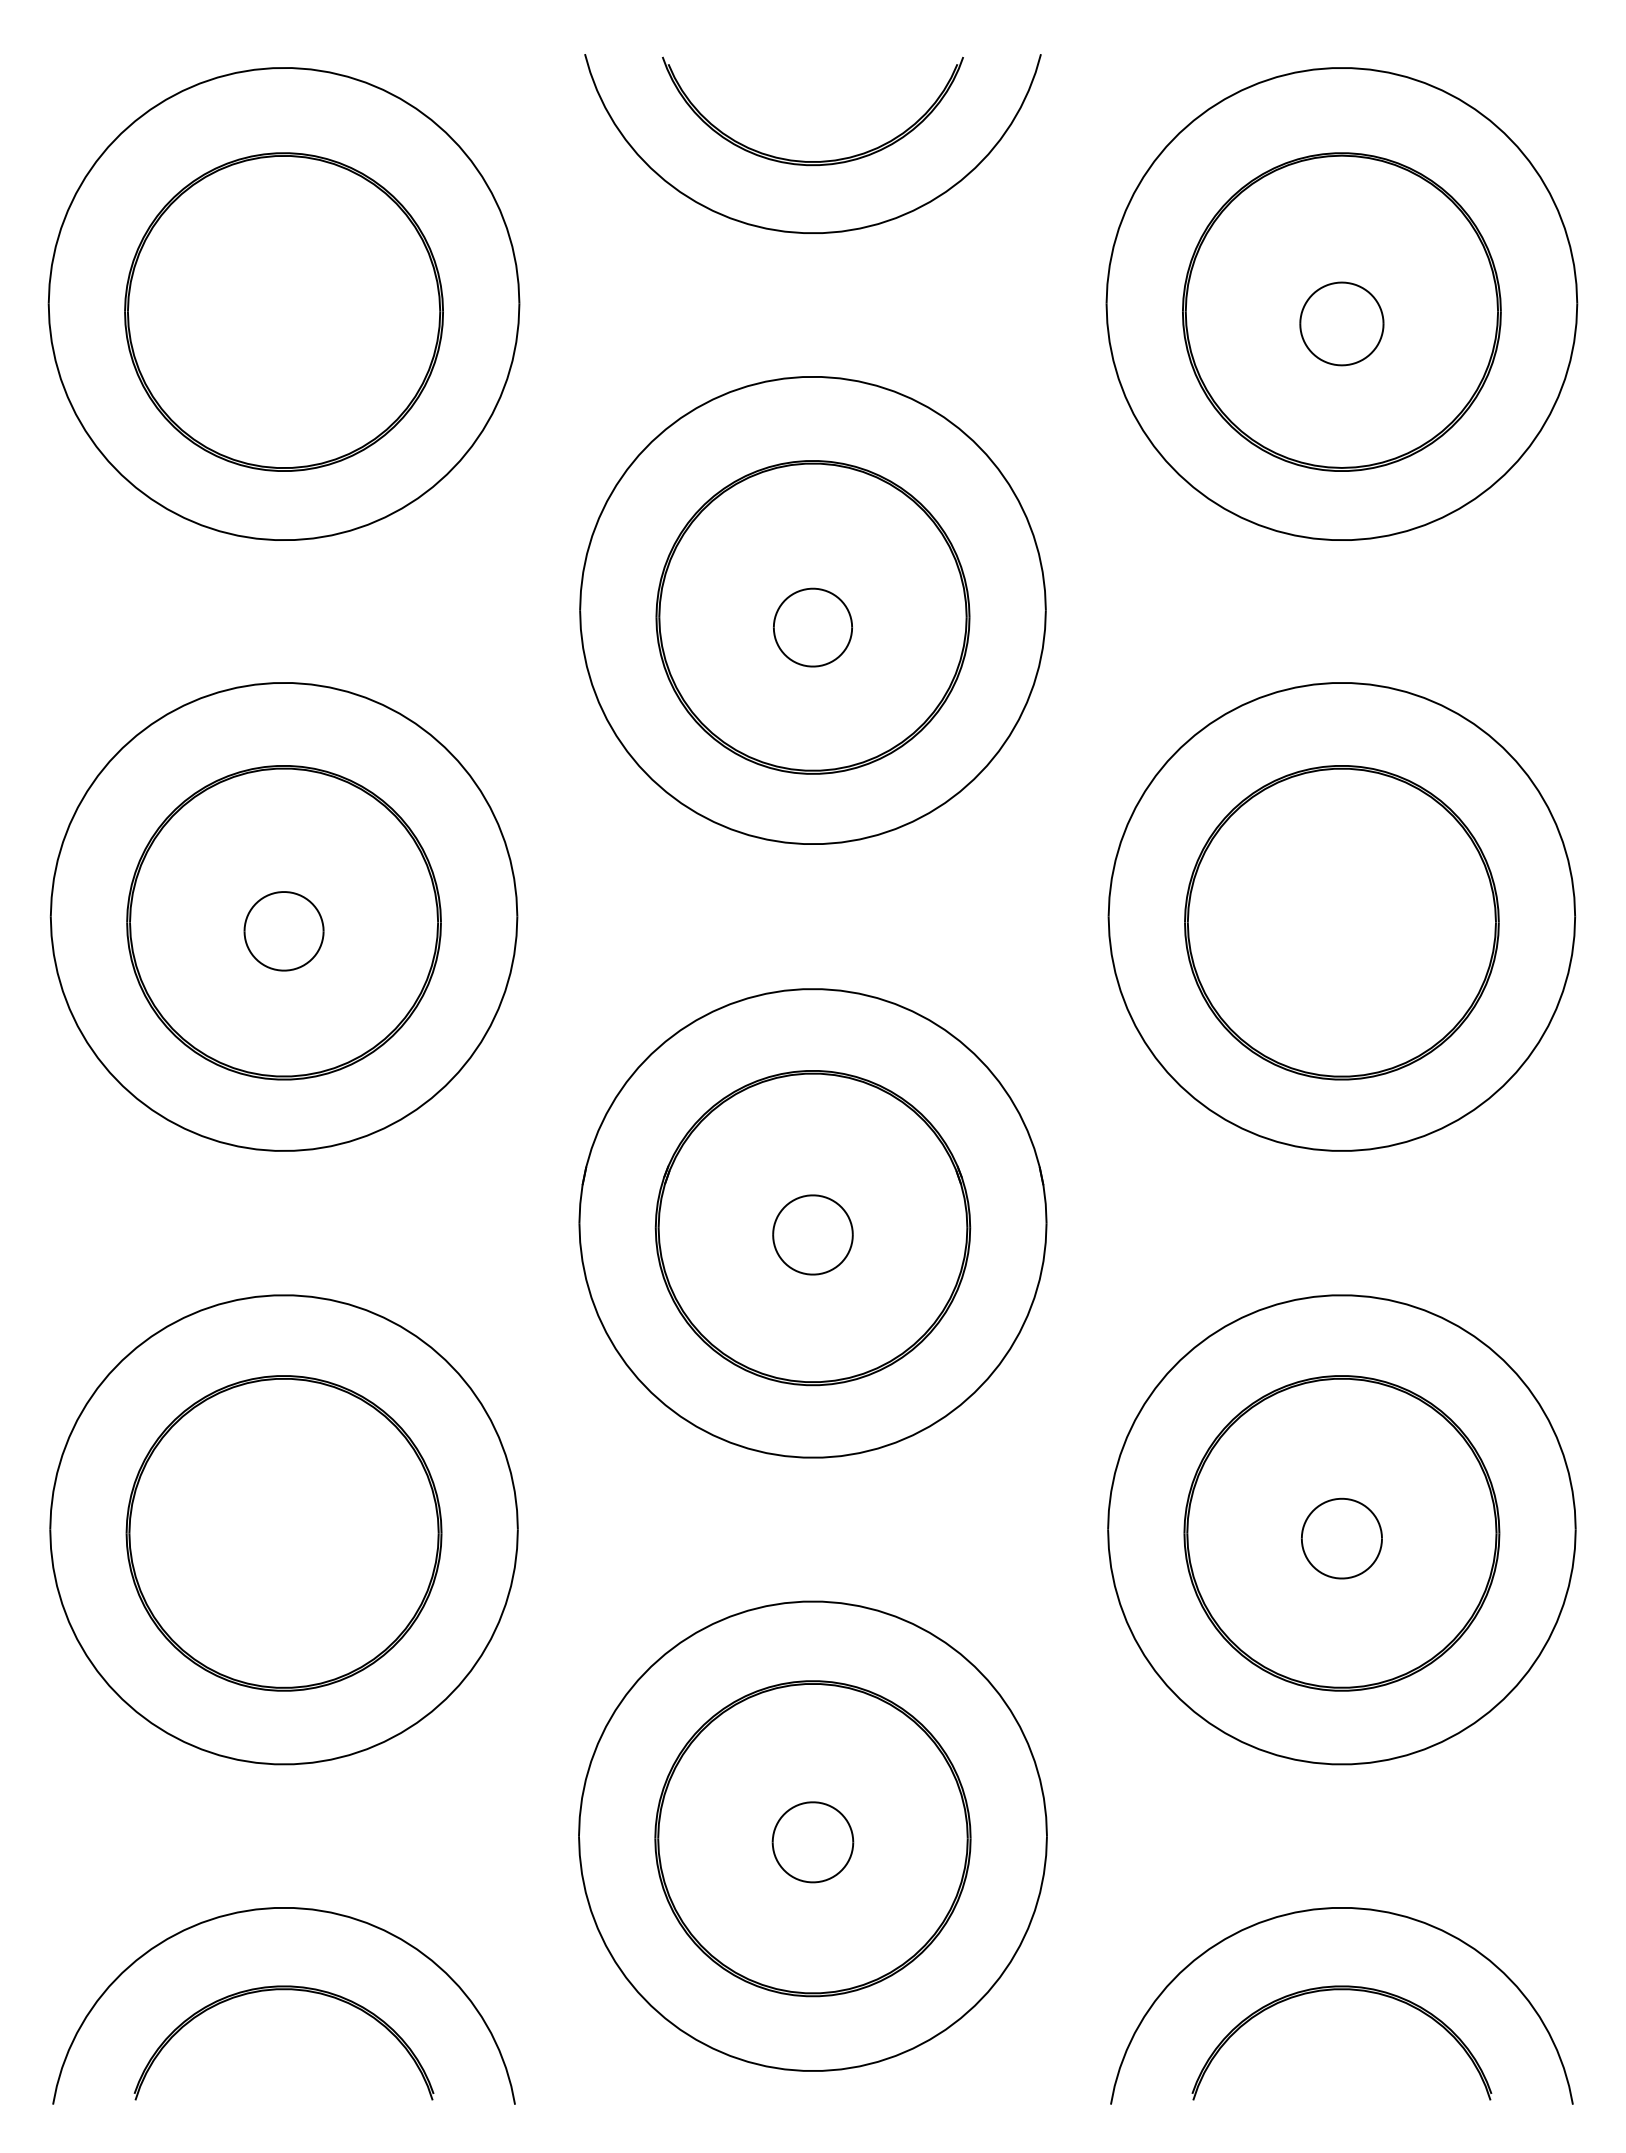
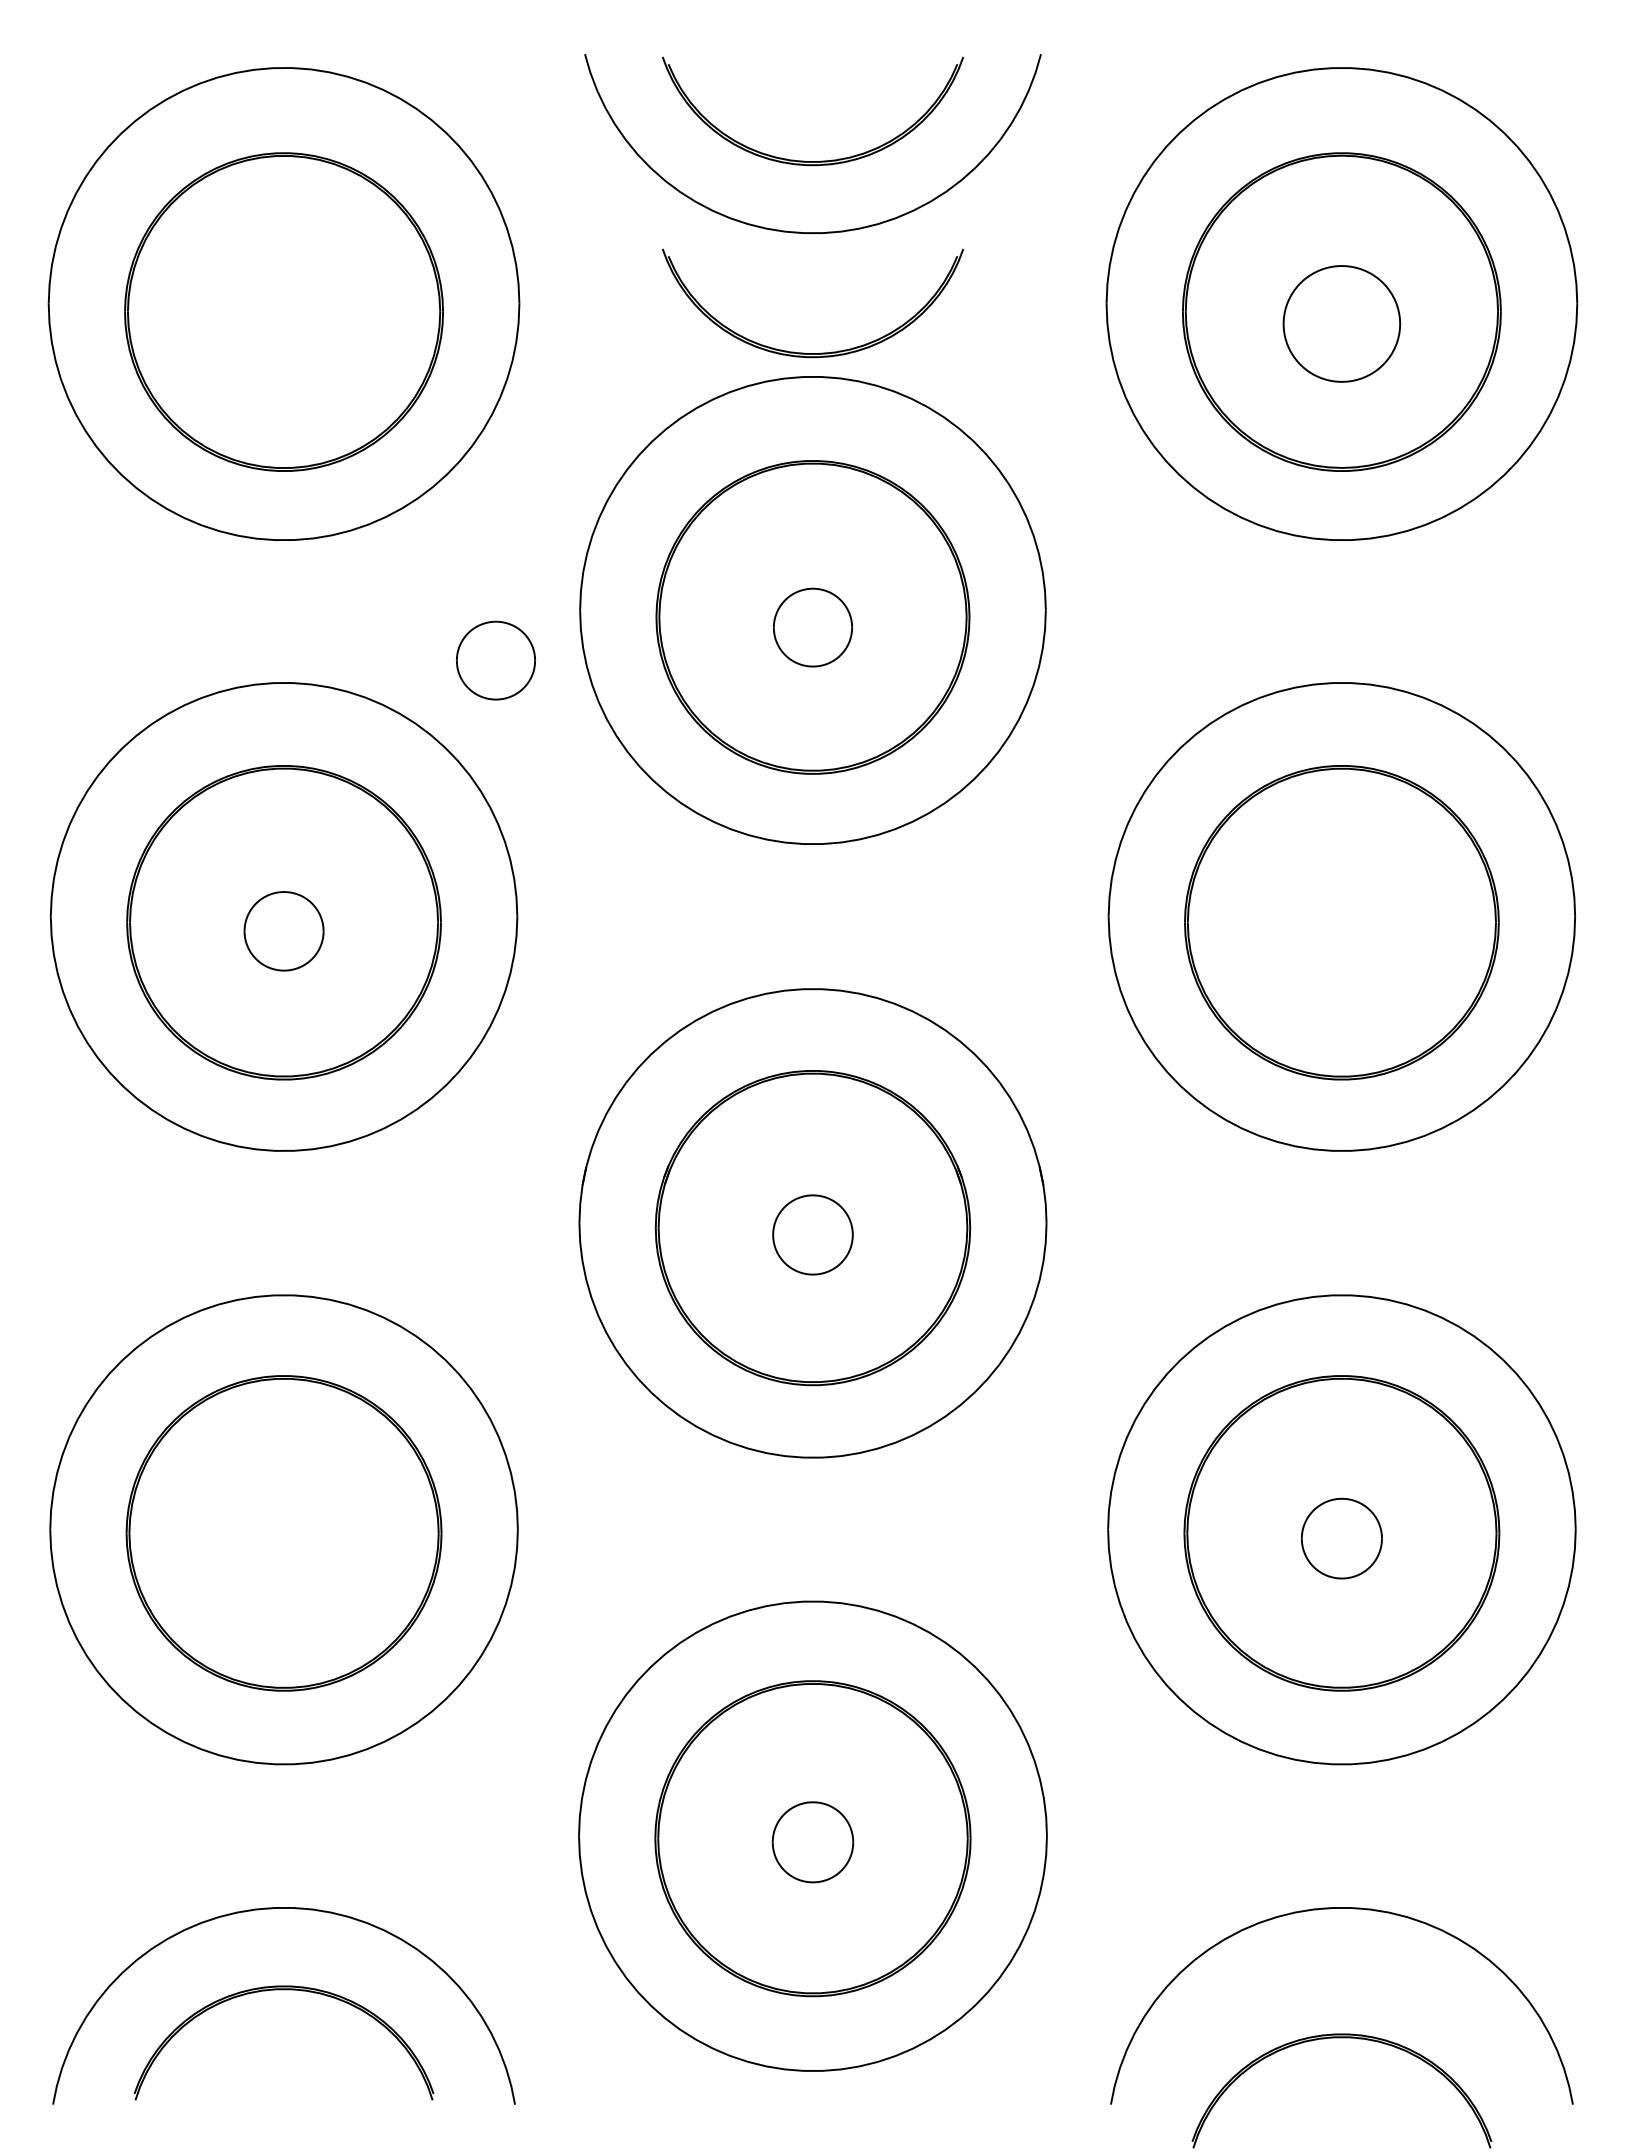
part at (1341, 323) size: 86x86 px -> 119x118 px
part at (804, 352): none -> present
part at (495, 660): none -> present
part at (1341, 1990) position: (1341, 1990) -> (1341, 2038)
